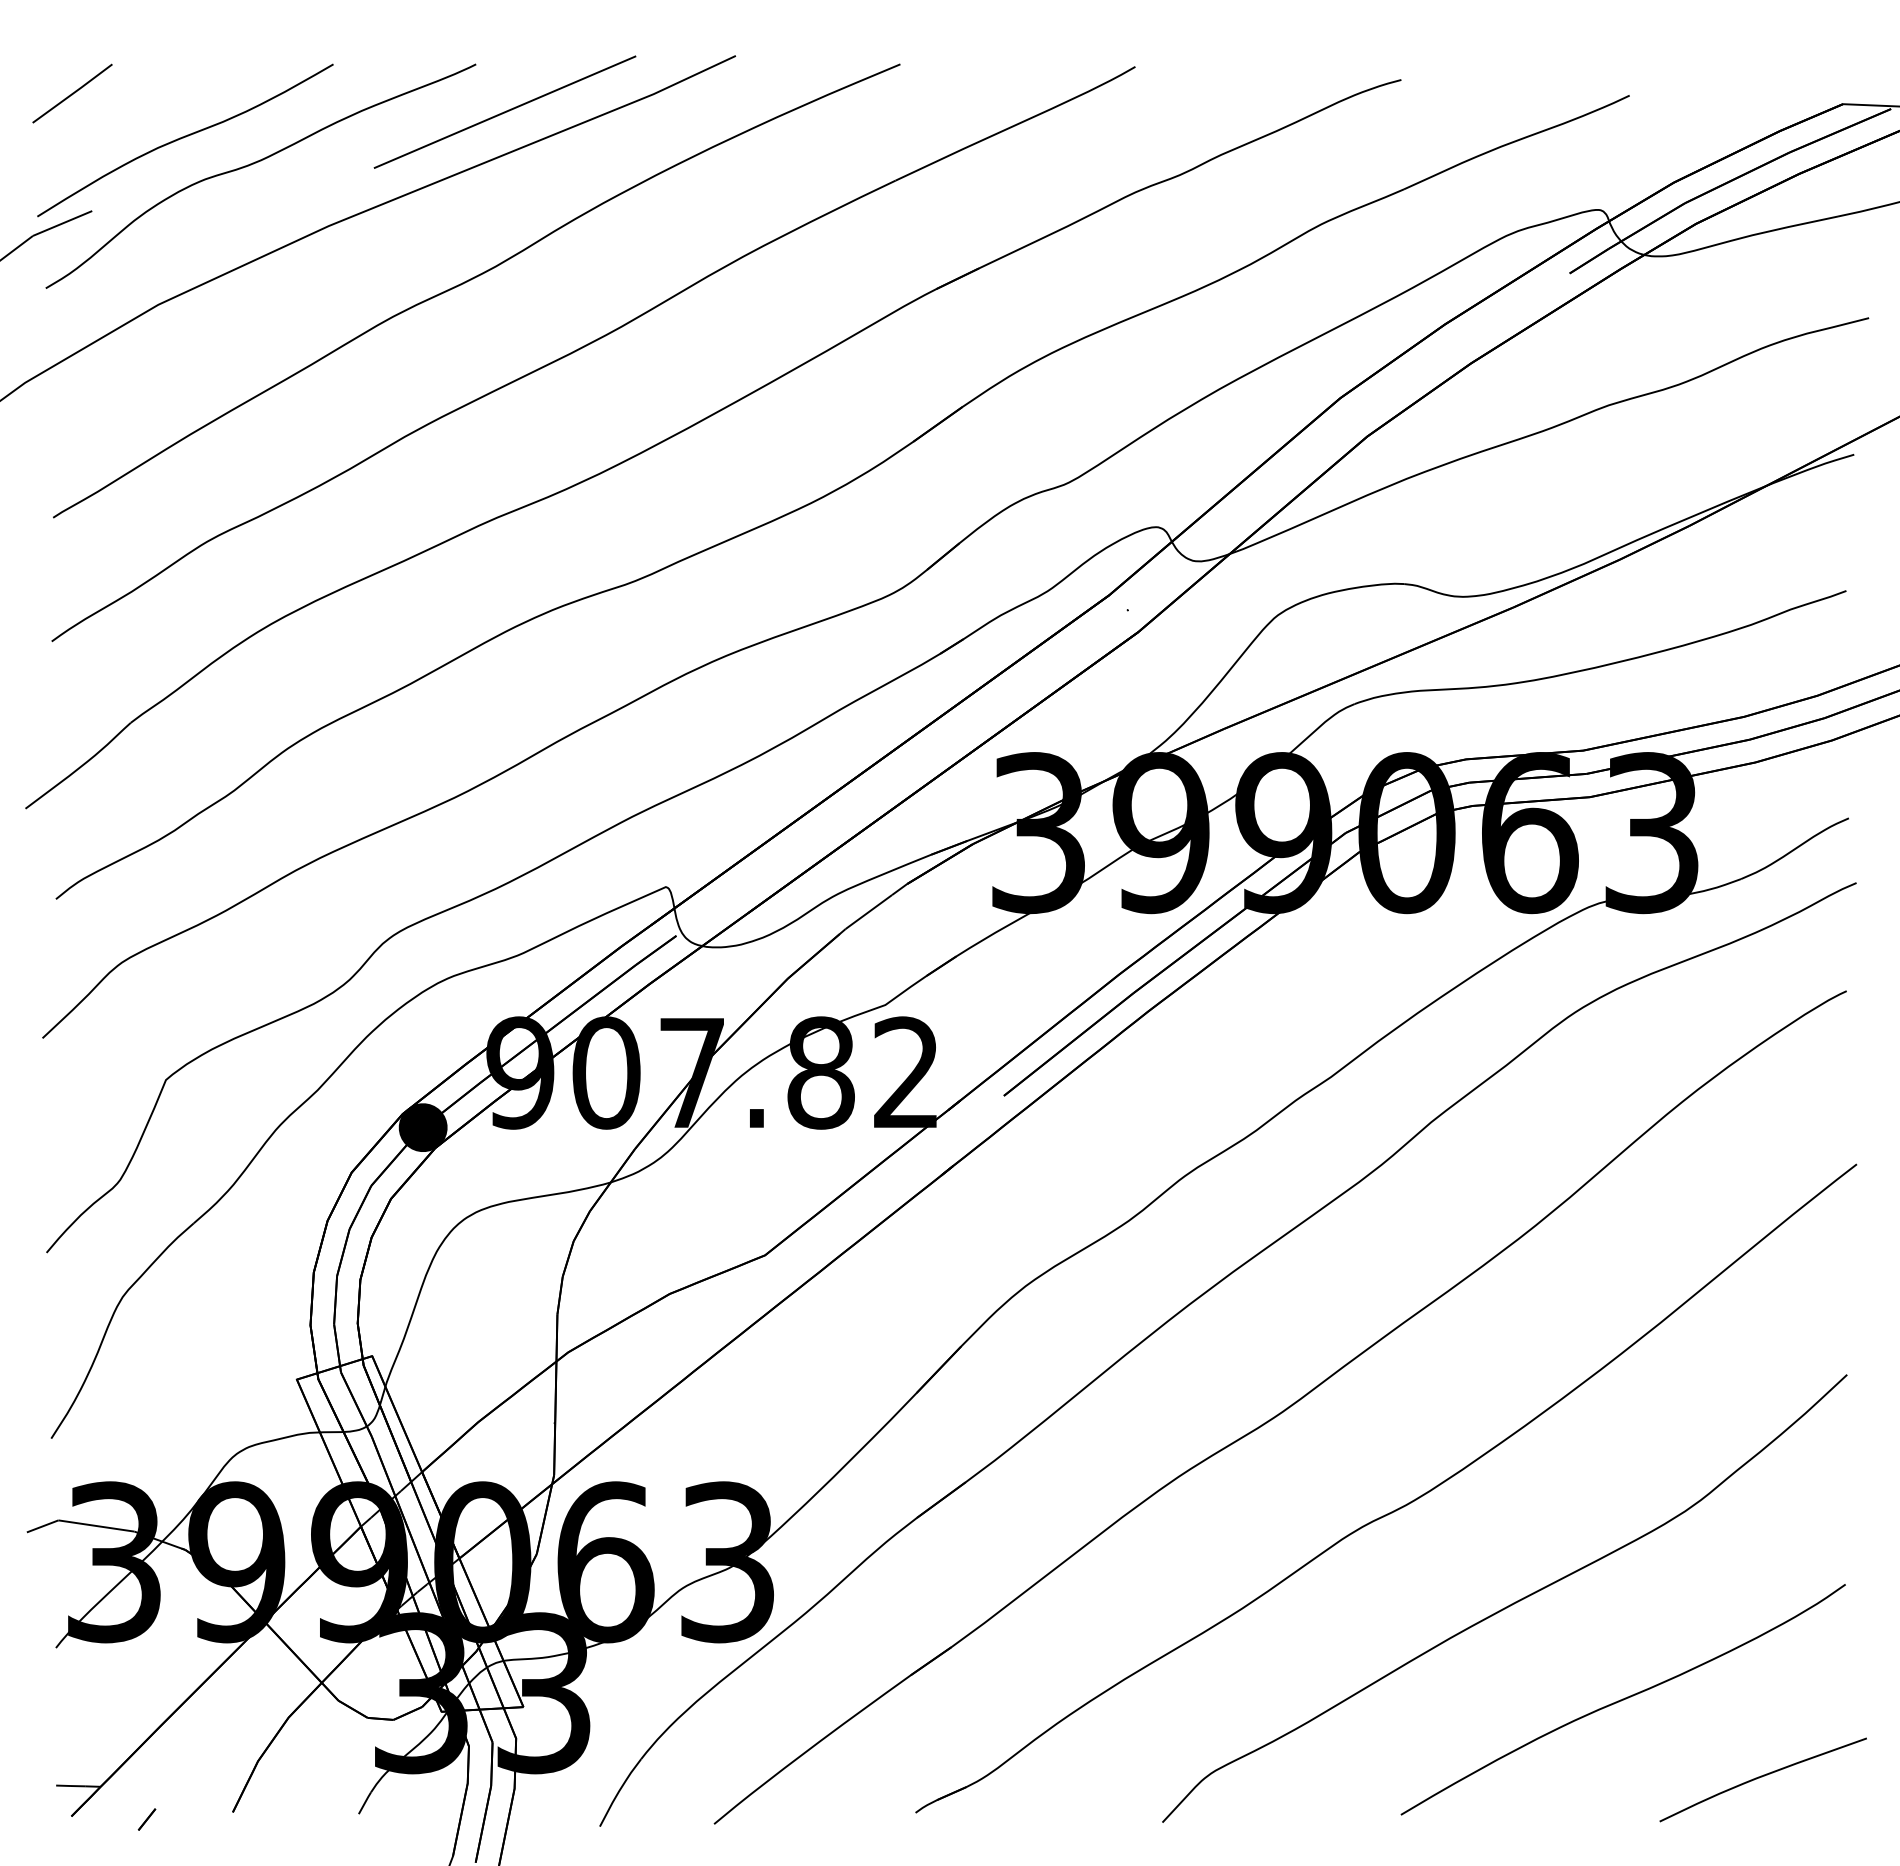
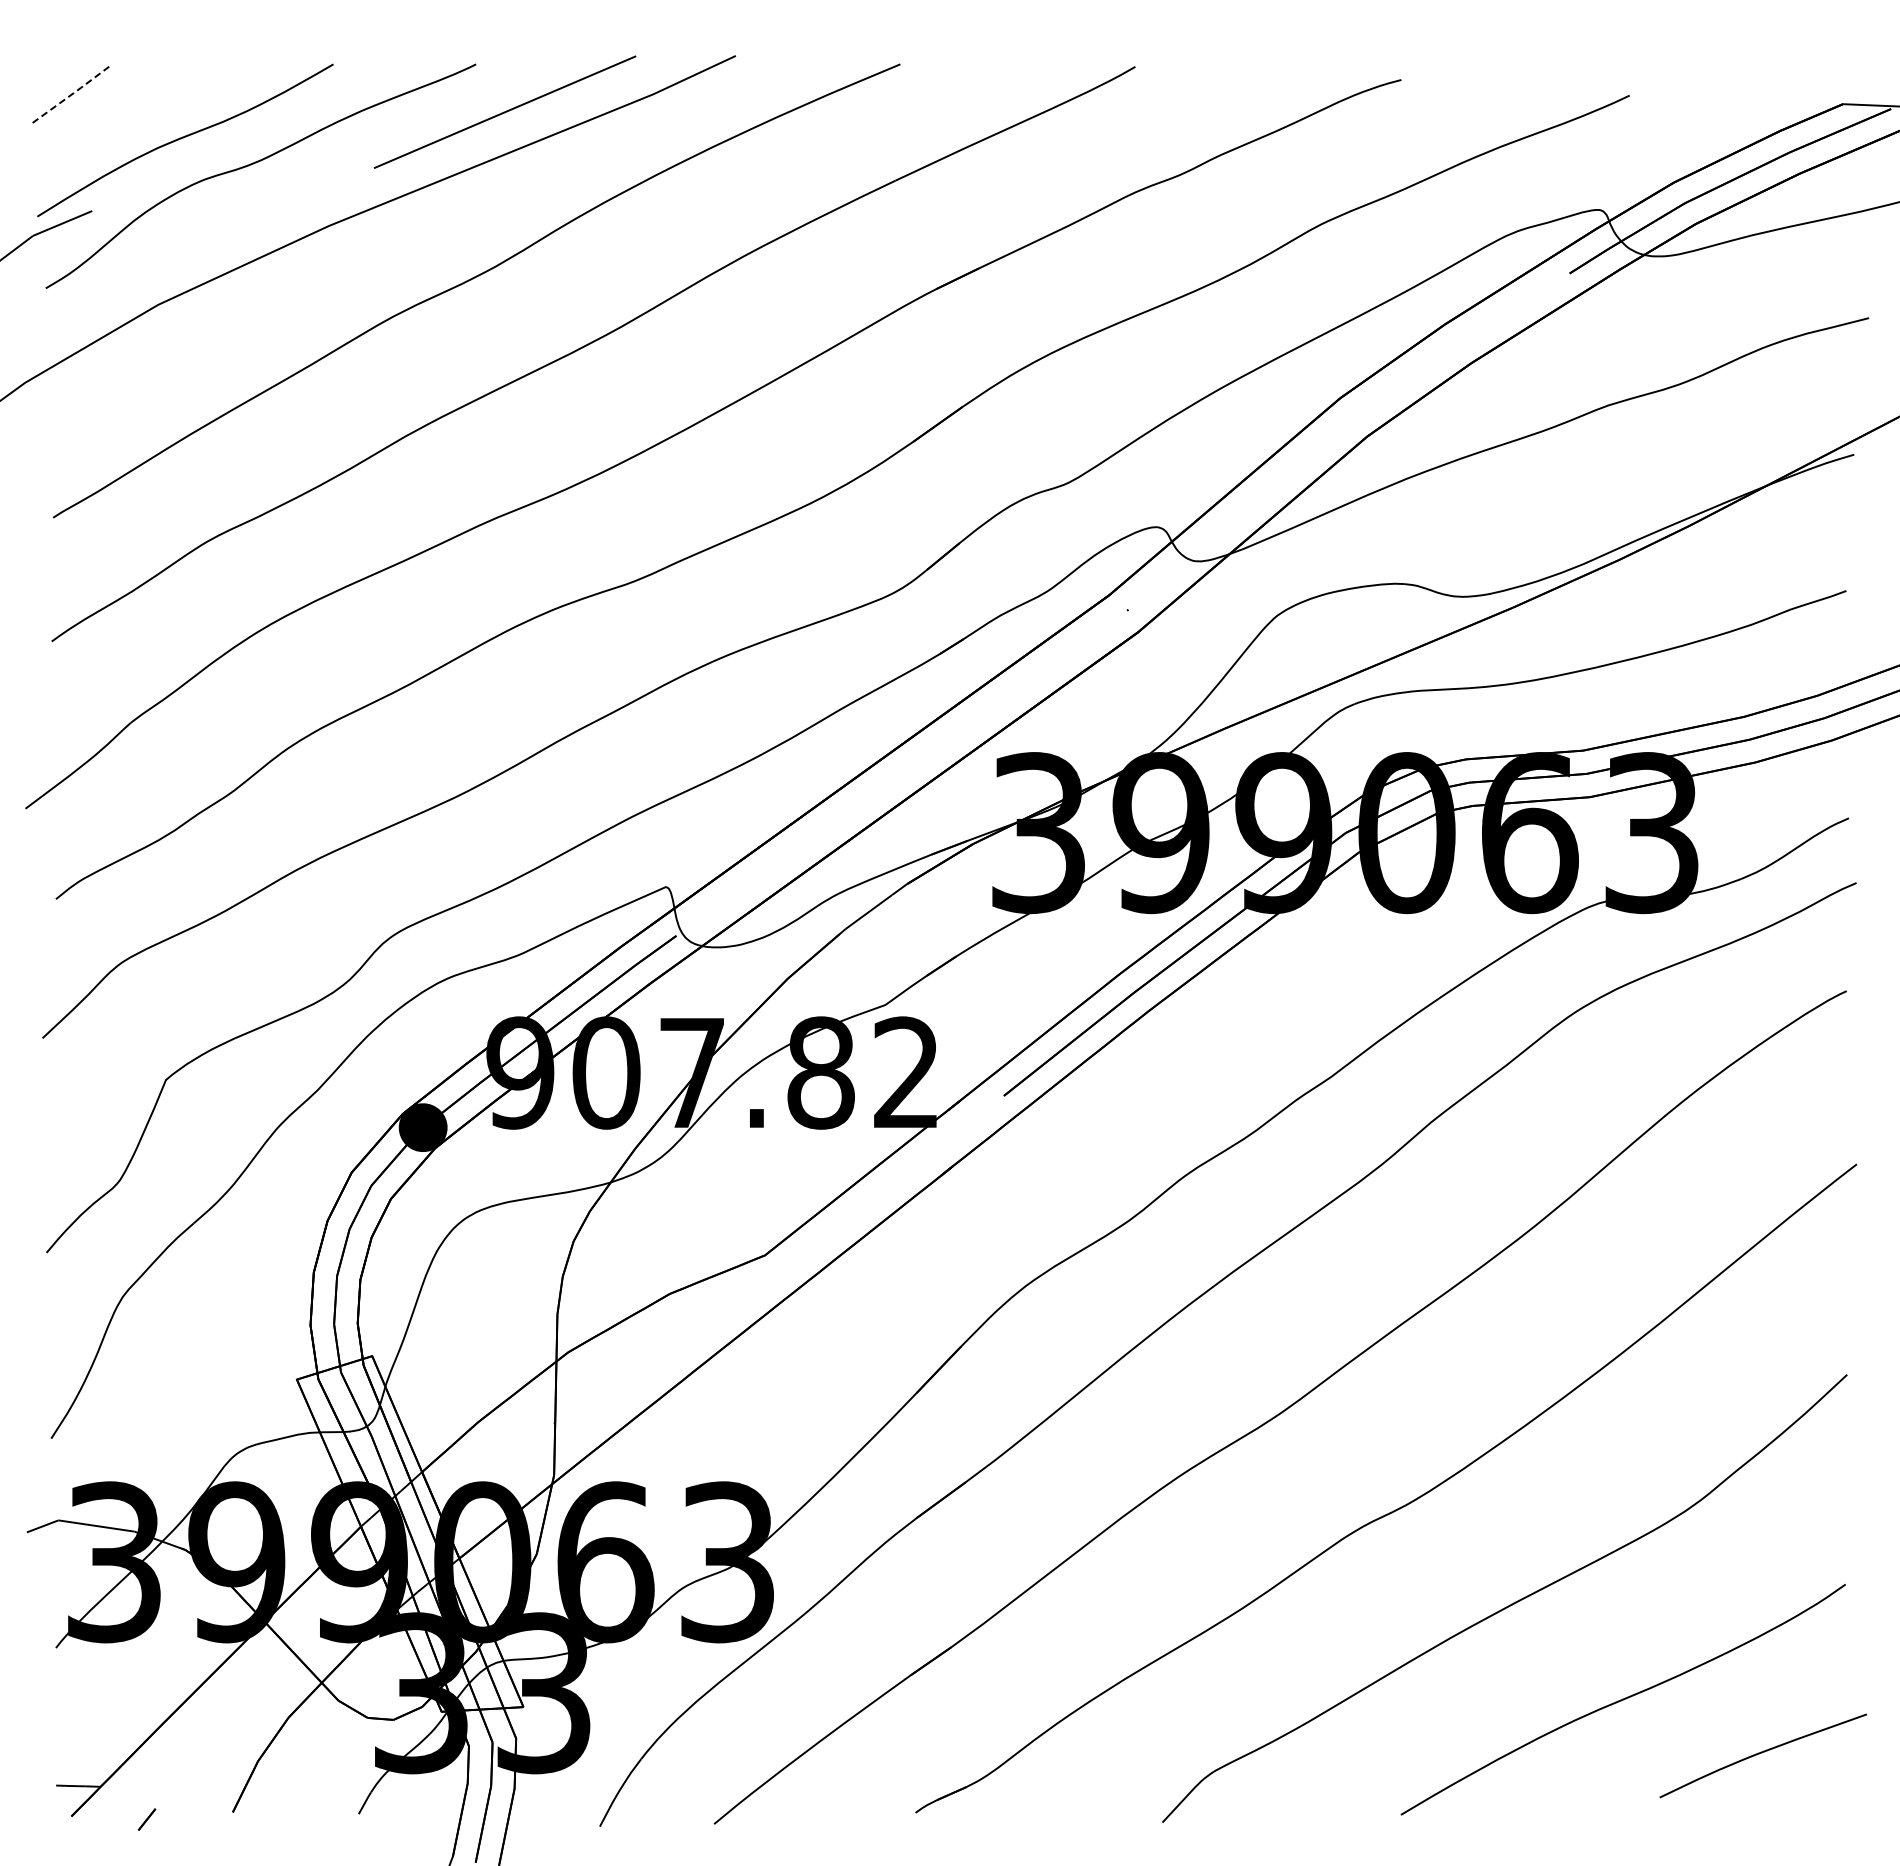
line at (73, 93): solid -> dashed
curve at (1762, 1777) position: (1762, 1777) -> (1762, 1753)
